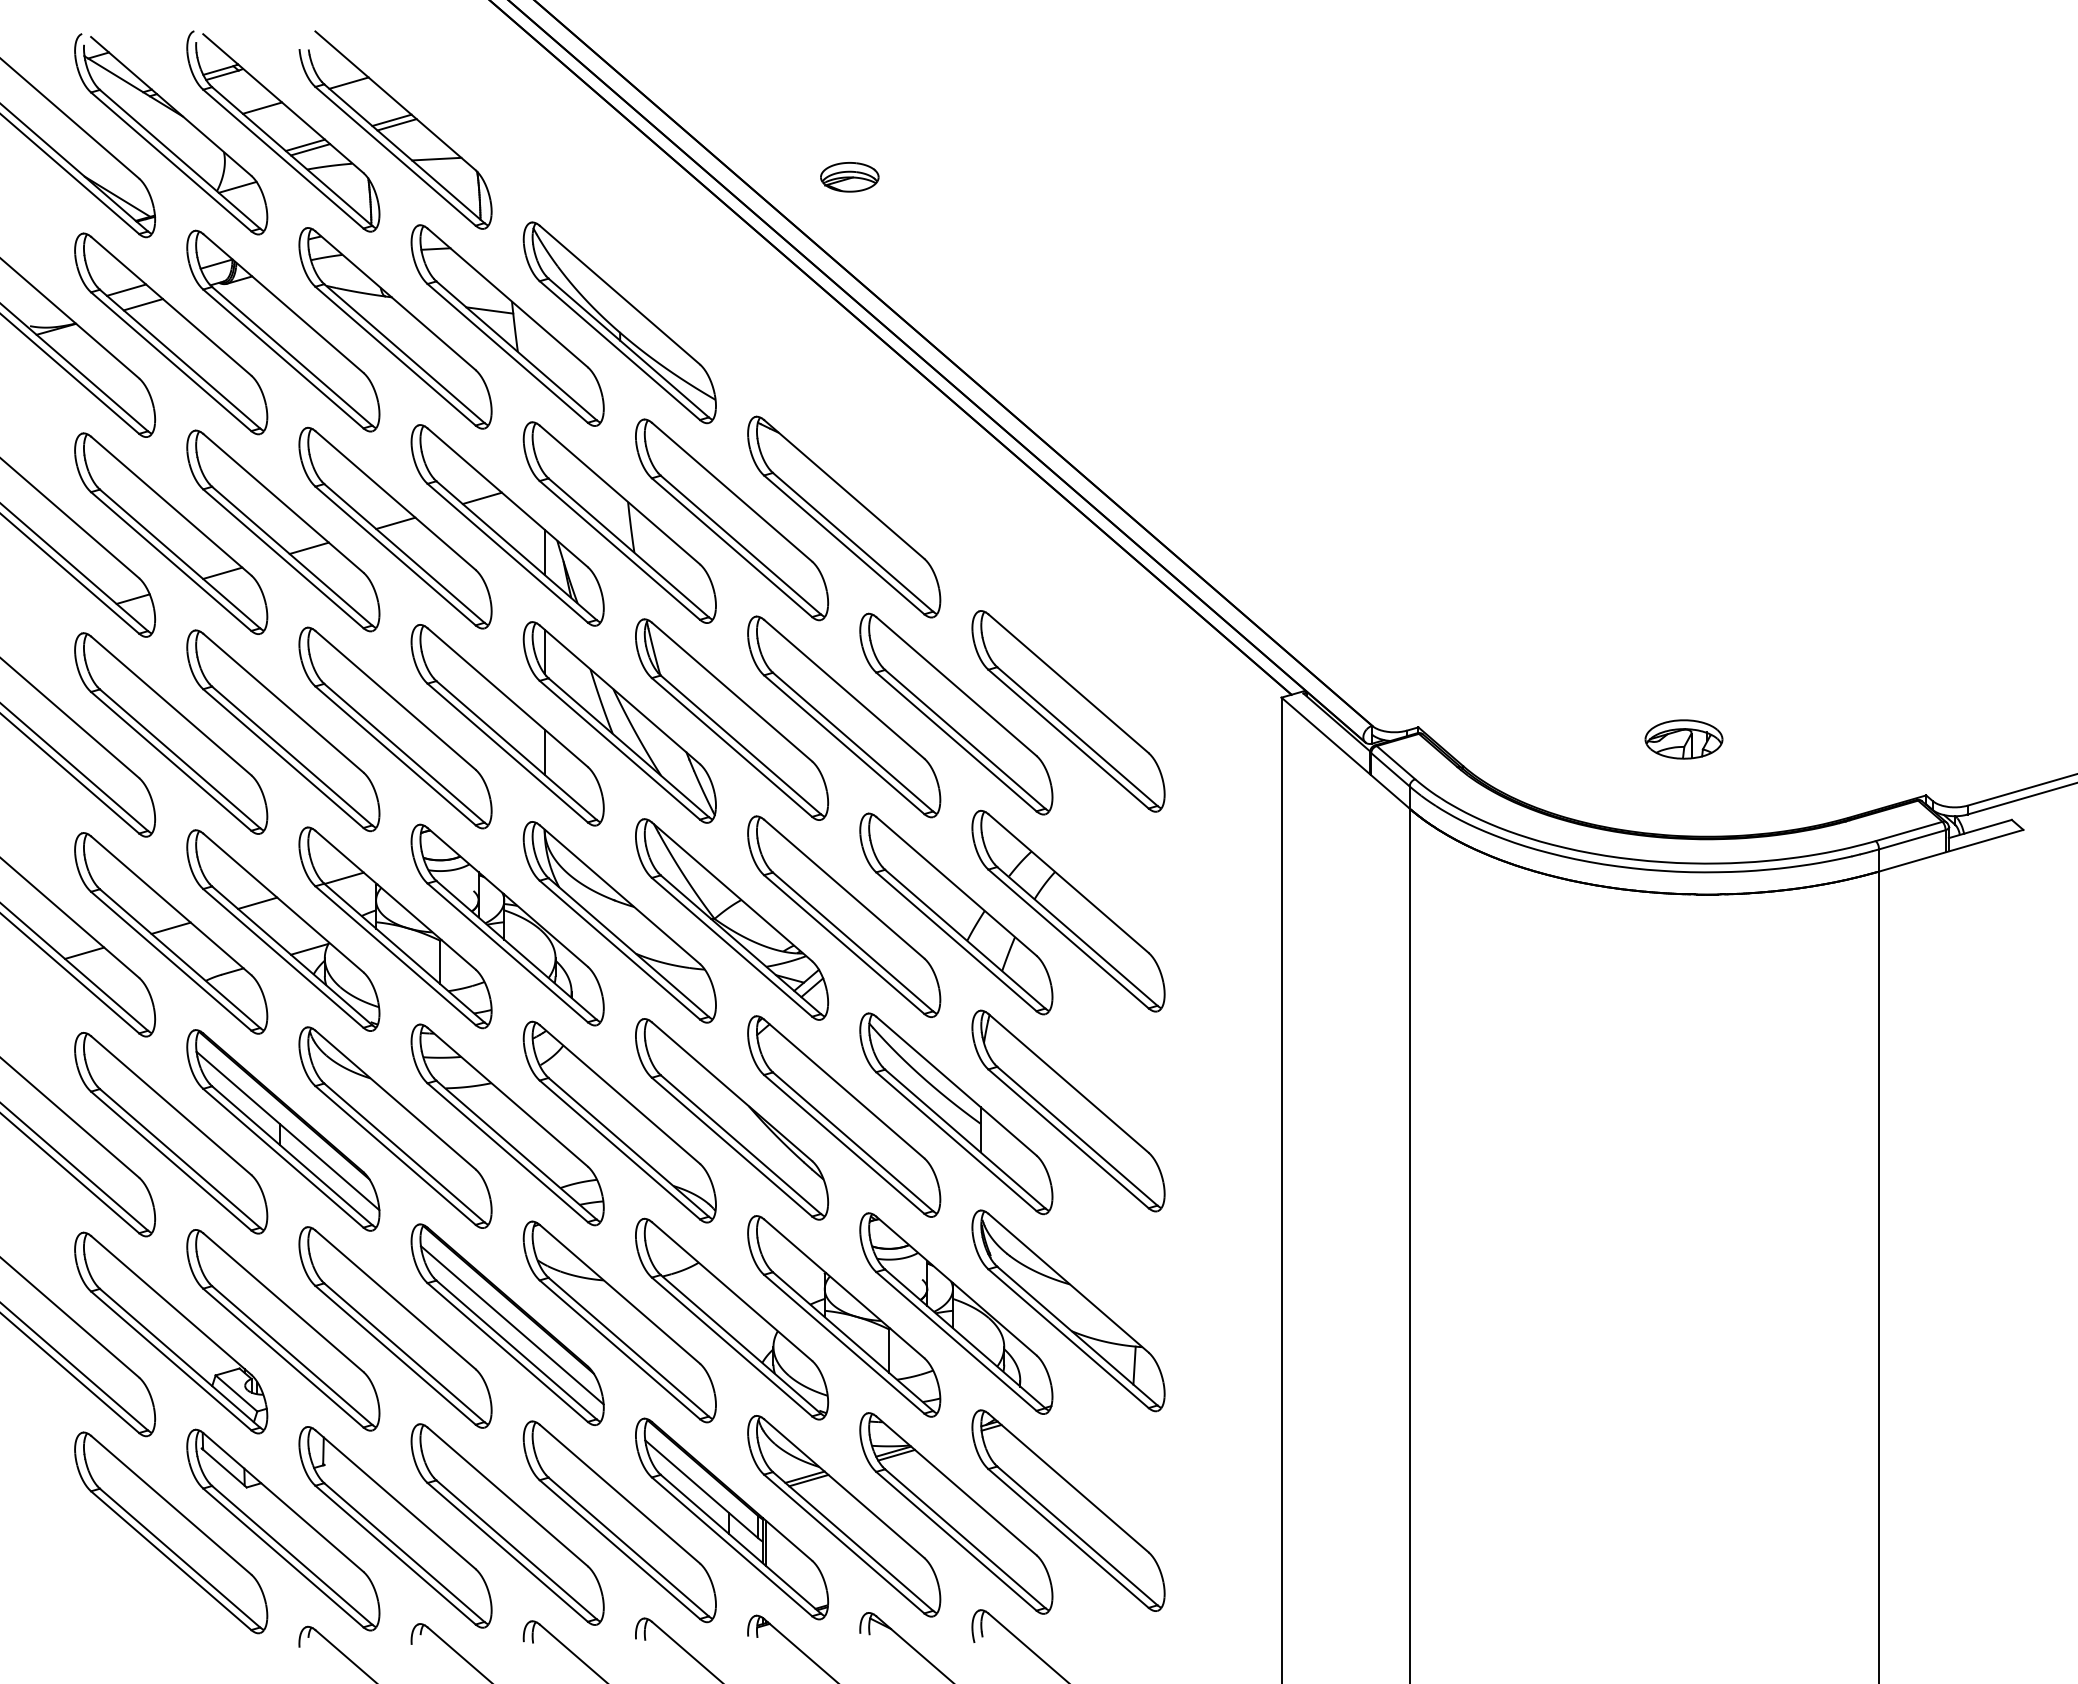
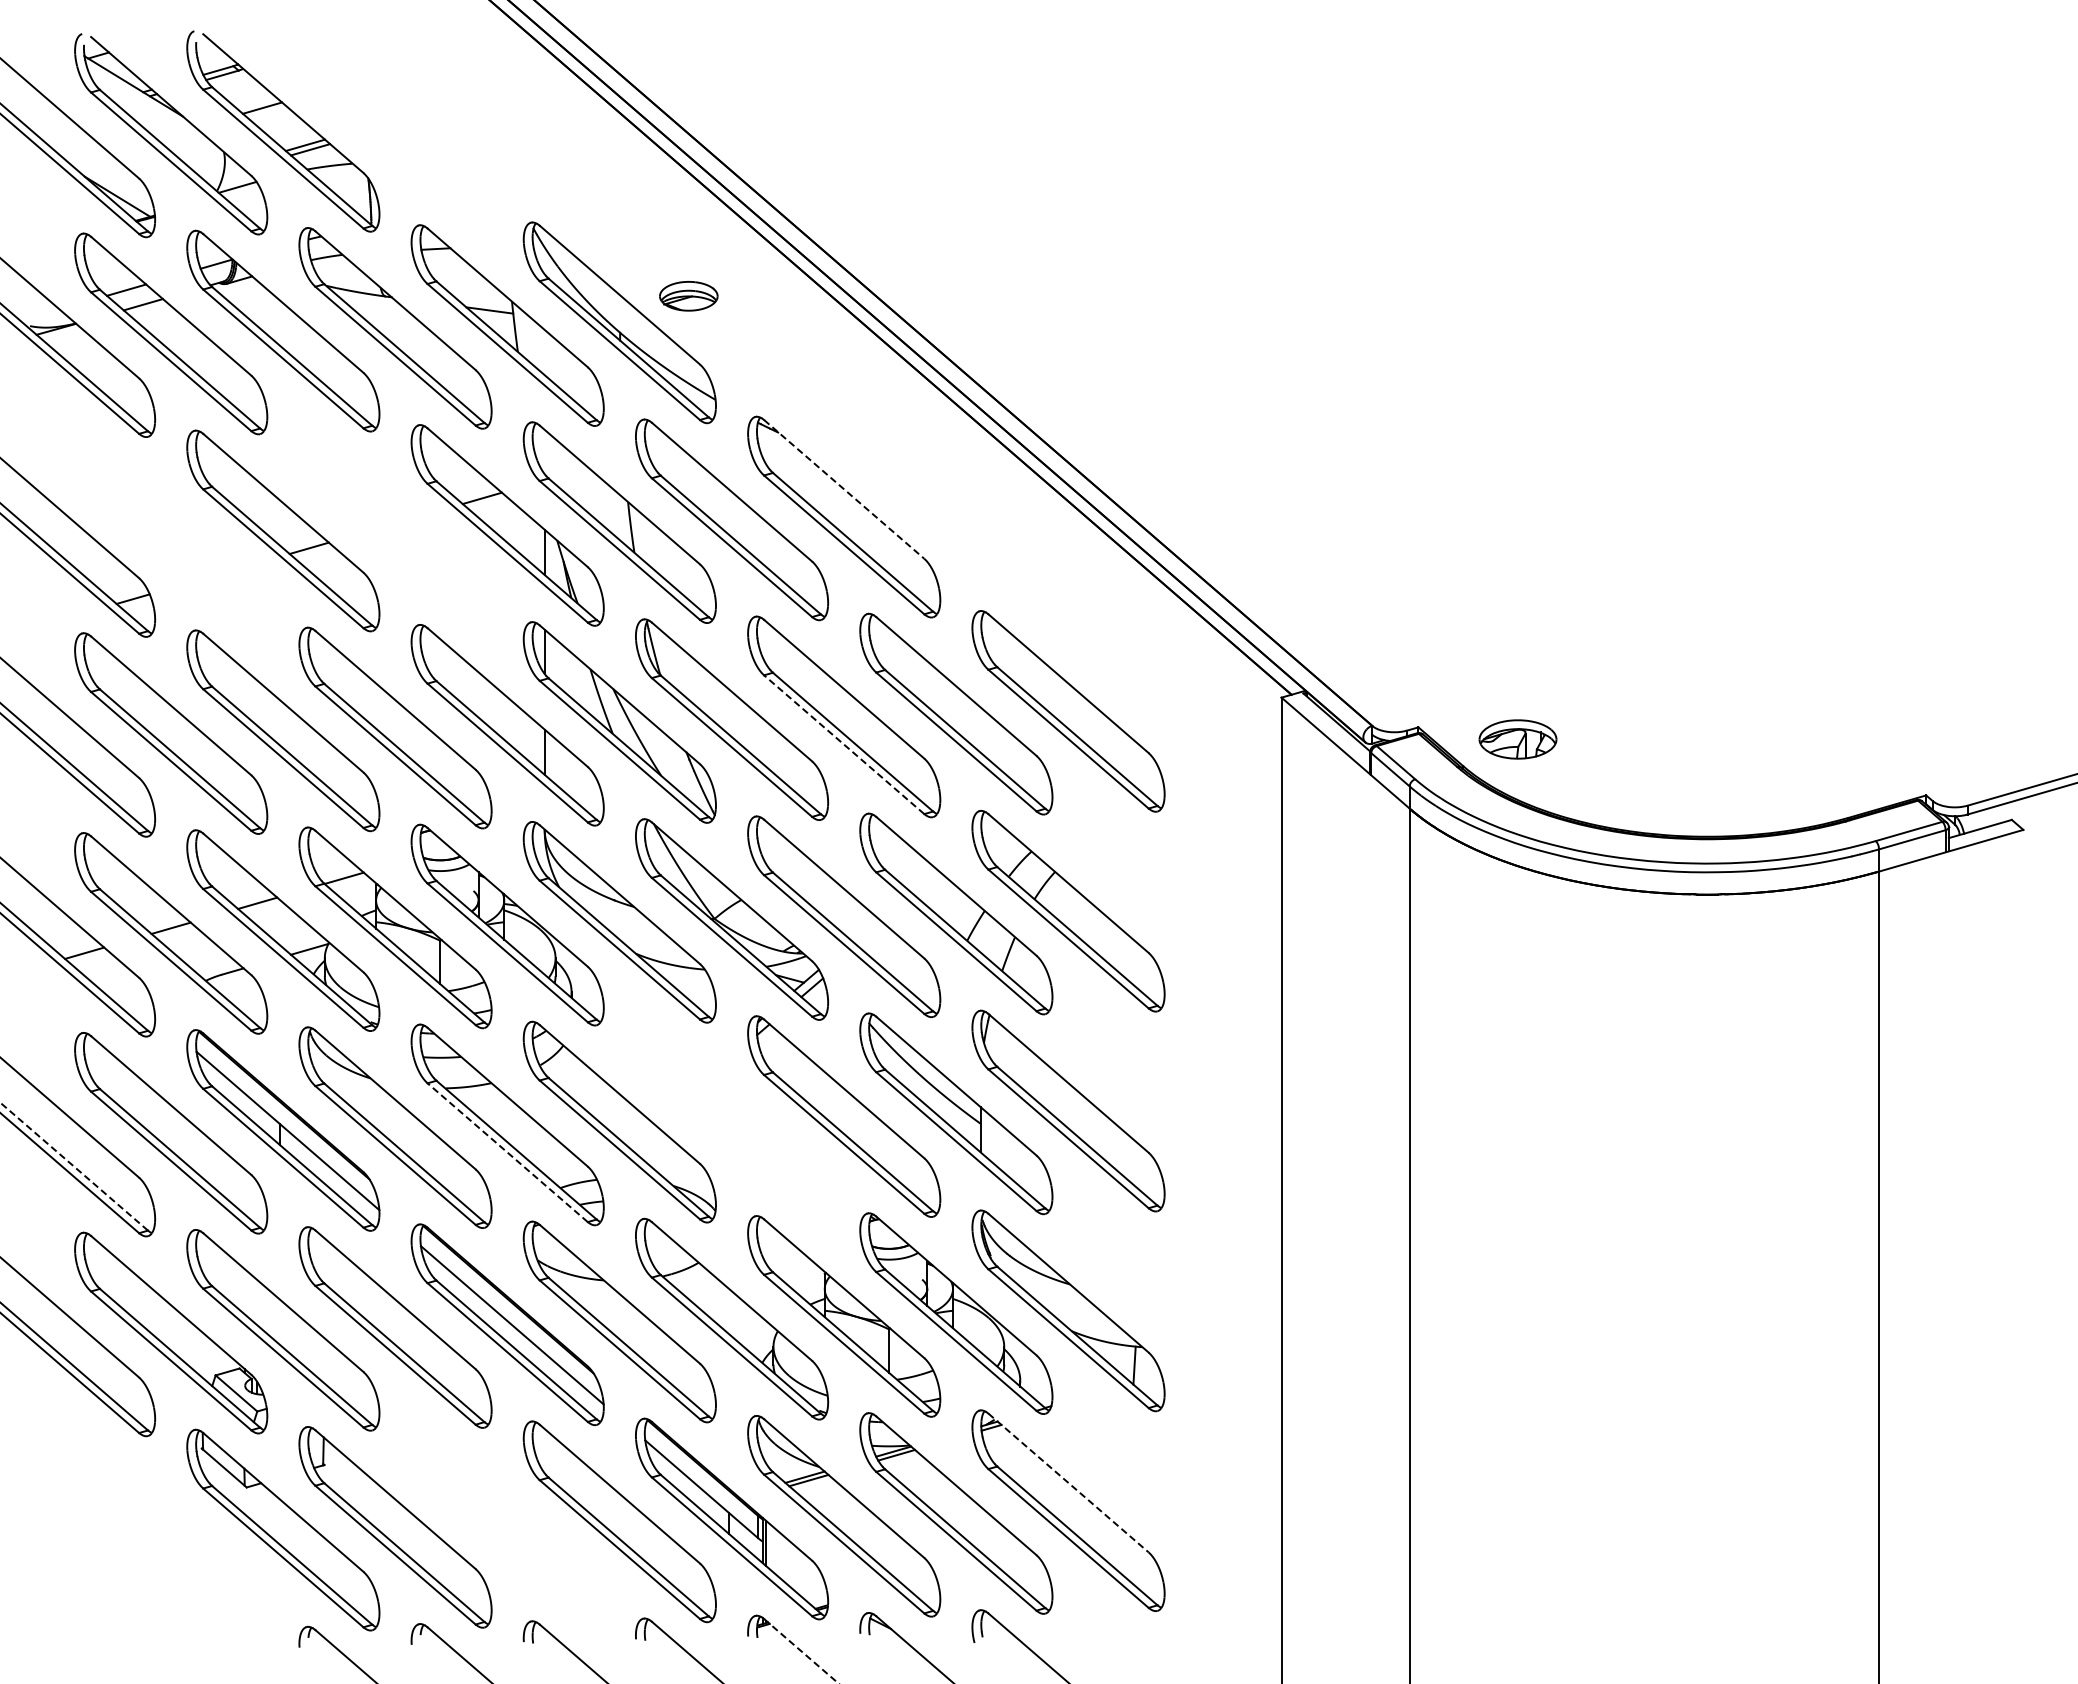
part at (395, 129): present -> none
part at (849, 177) position: (849, 177) -> (688, 296)
line at (844, 489): solid -> dashed
part at (395, 527): present -> none
part at (171, 533): present -> none
part at (1683, 739) position: (1683, 739) -> (1517, 739)
line at (844, 744): solid -> dashed
part at (732, 1119): present -> none
line at (507, 1152): solid -> dashed
line at (73, 1166): solid -> dashed
line at (1068, 1482): solid -> dashed
part at (507, 1524): present -> none
part at (171, 1532): present -> none
line at (801, 1651): solid -> dashed
